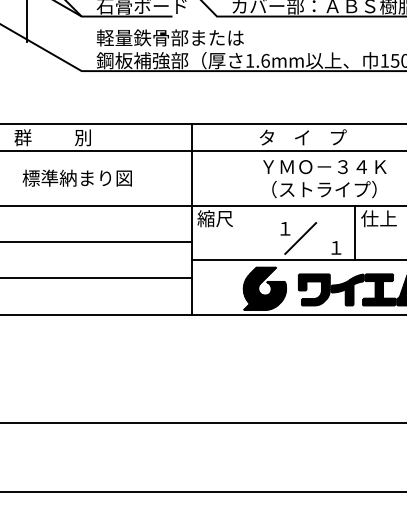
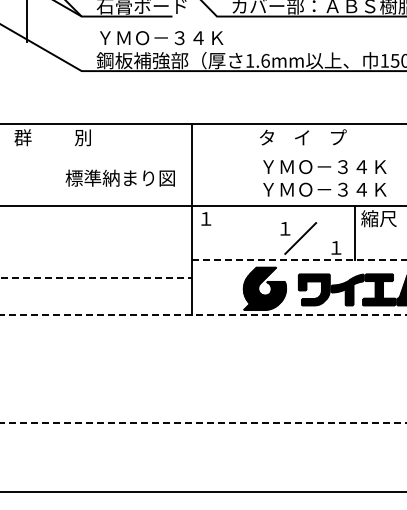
text at (169, 37): 軽量鉄骨部または -> ＹＭＯ－３４Ｋ
line at (202, 151): present -> none
text at (76, 177) position: (76, 177) -> (119, 177)
text at (324, 189): （ストライプ） -> ＹＭＯ－３４Ｋ
text at (214, 218): 縮尺 -> １
text at (378, 218): 仕上 -> 縮尺
line at (96, 242): present -> none
line at (299, 260): solid -> dashed
line at (96, 278): solid -> dashed
line at (203, 314): solid -> dashed
line at (203, 423): solid -> dashed
